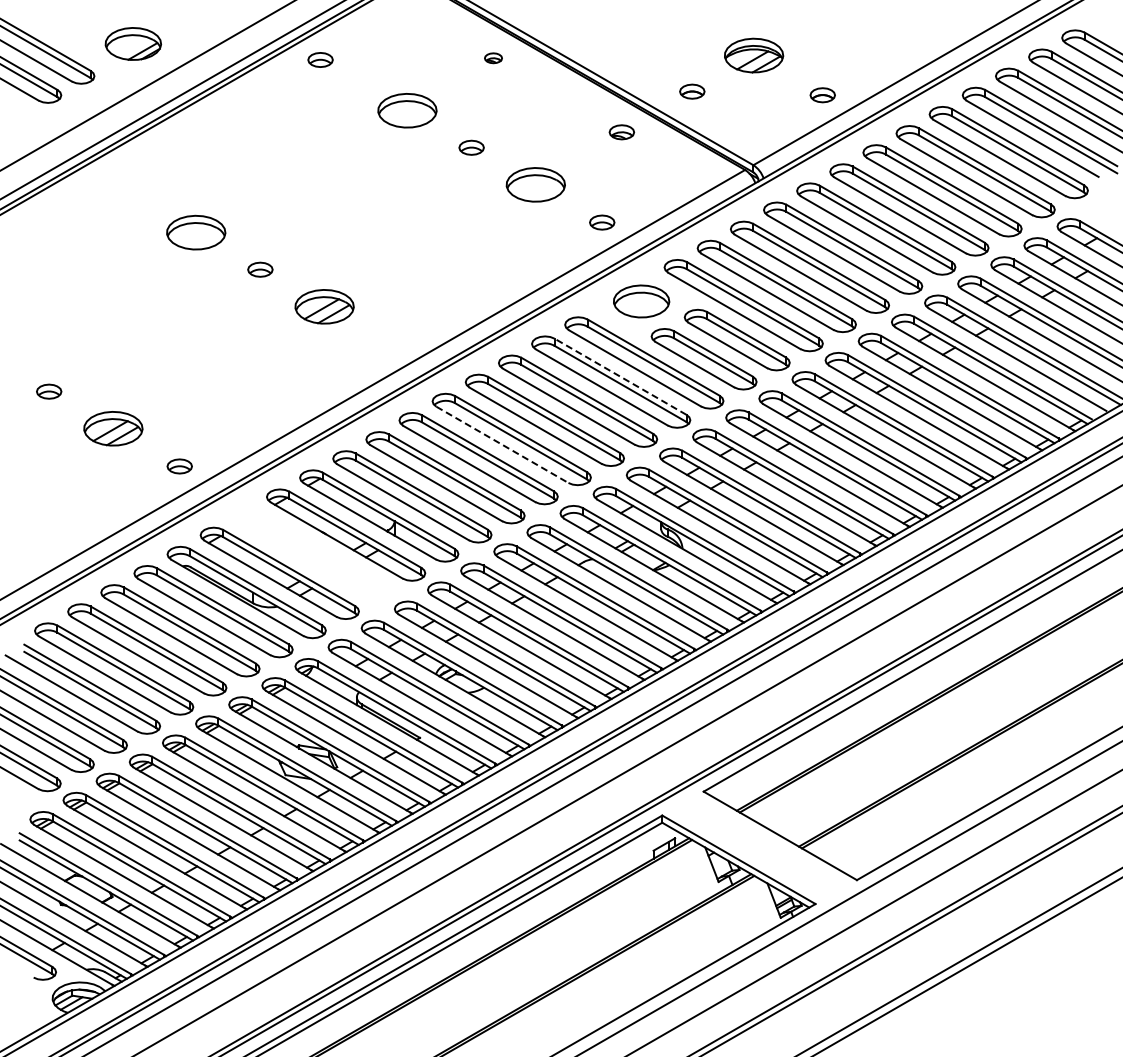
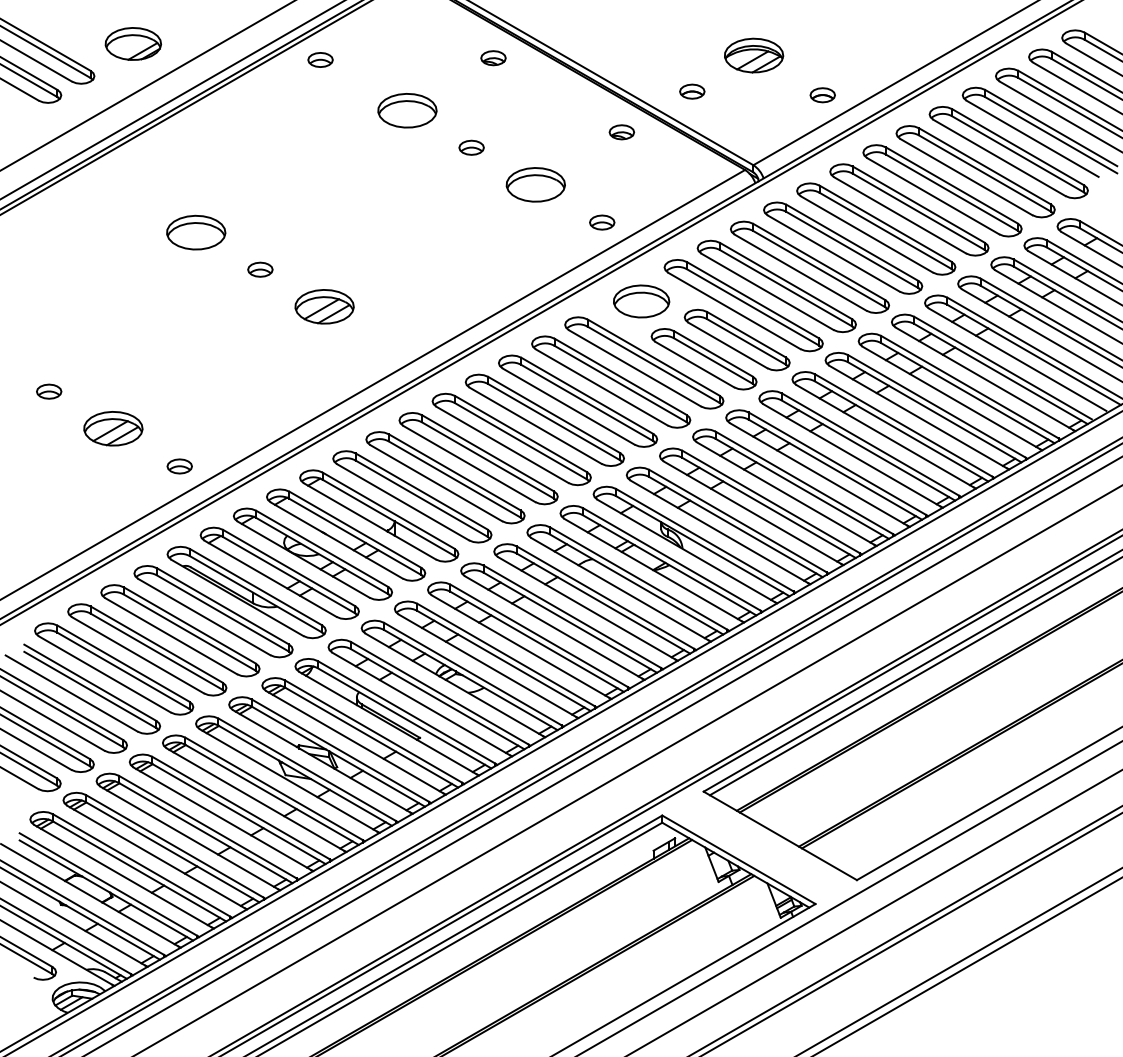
part at (493, 58) size: 19x13 px -> 27x17 px
line at (620, 376): dashed -> solid
line at (502, 445): dashed -> solid
part at (312, 553): none -> present
line at (914, 676): none -> present
